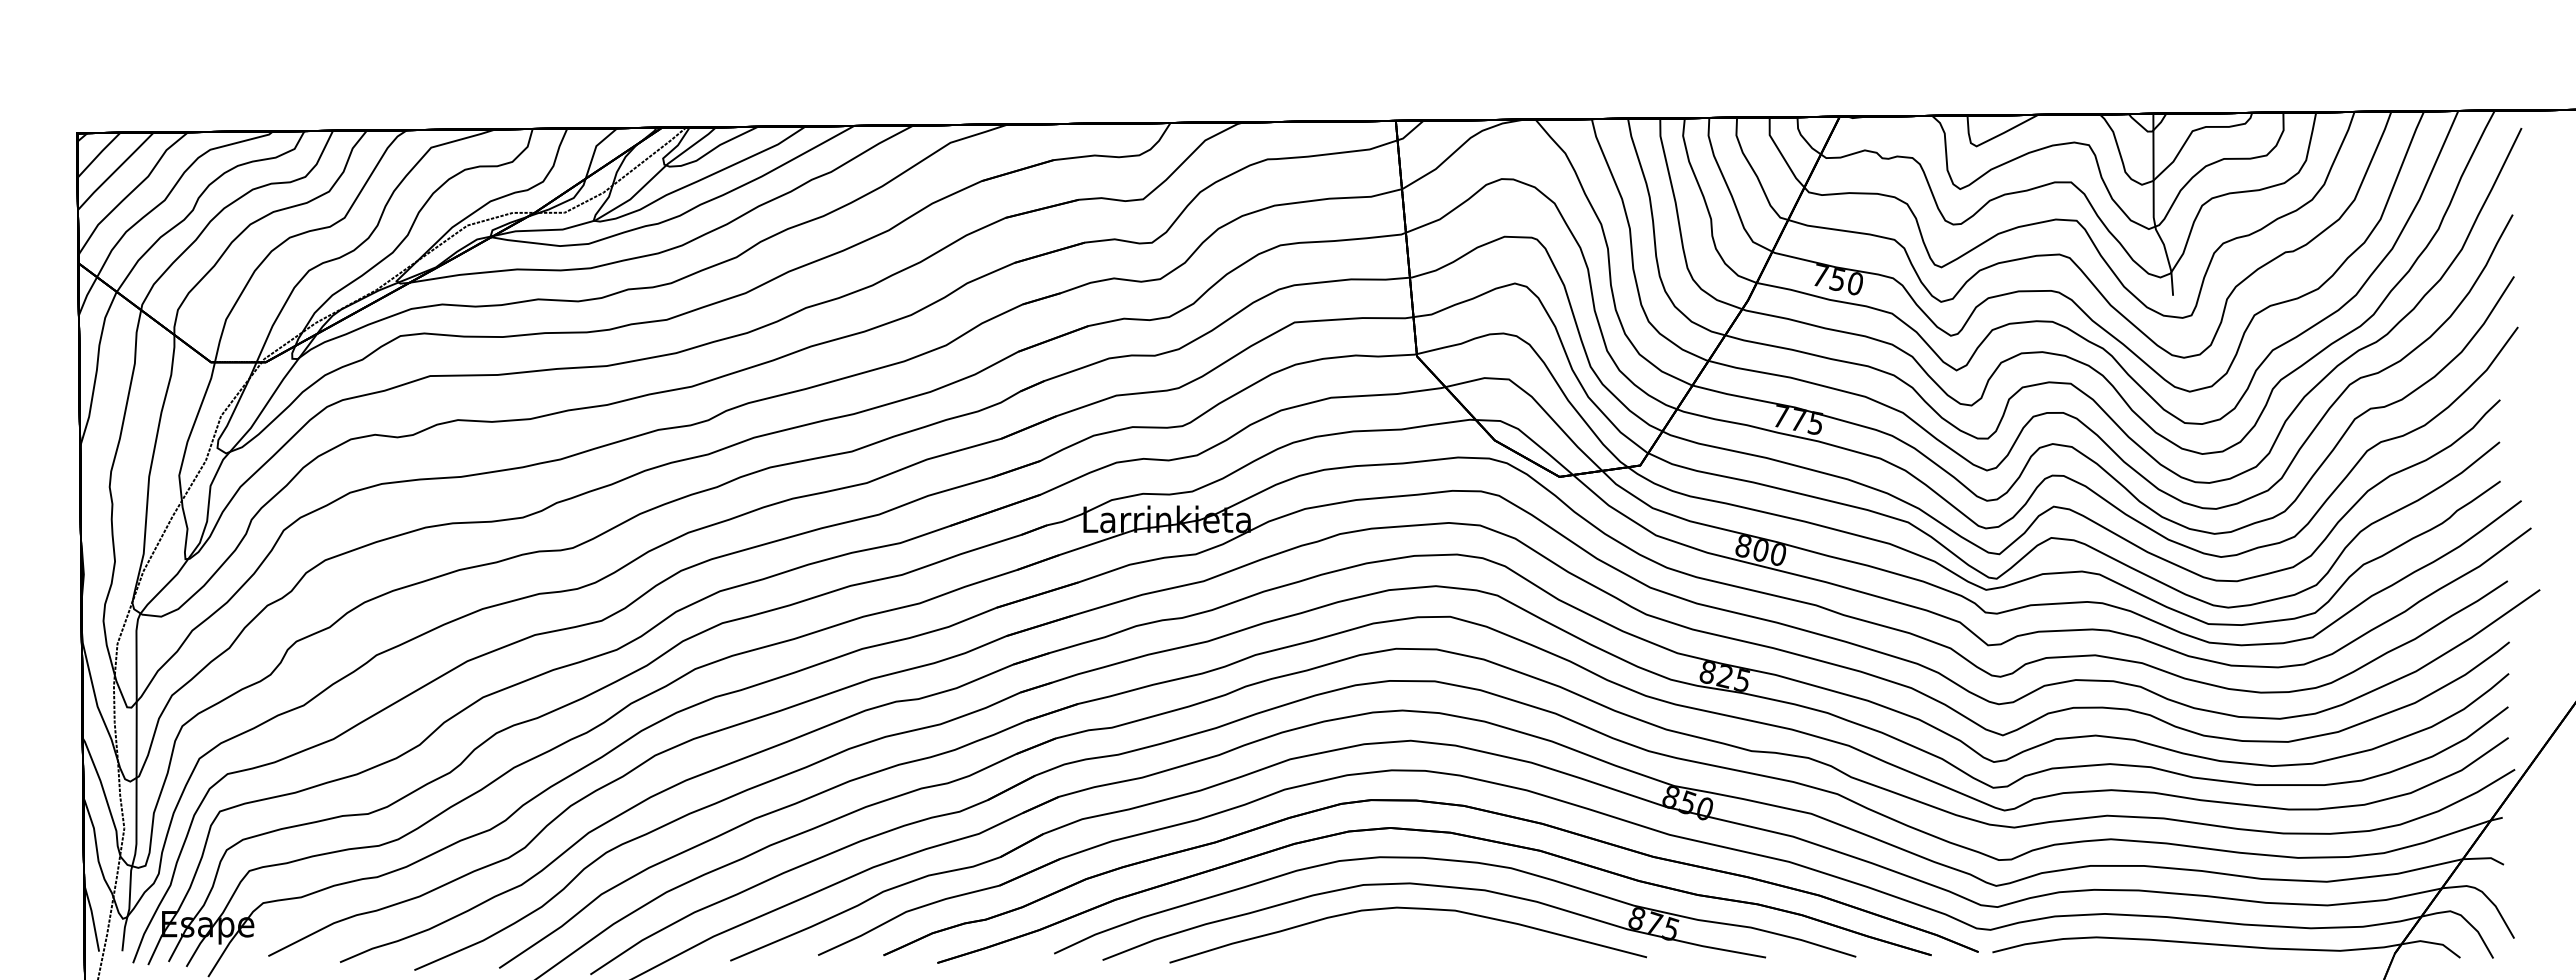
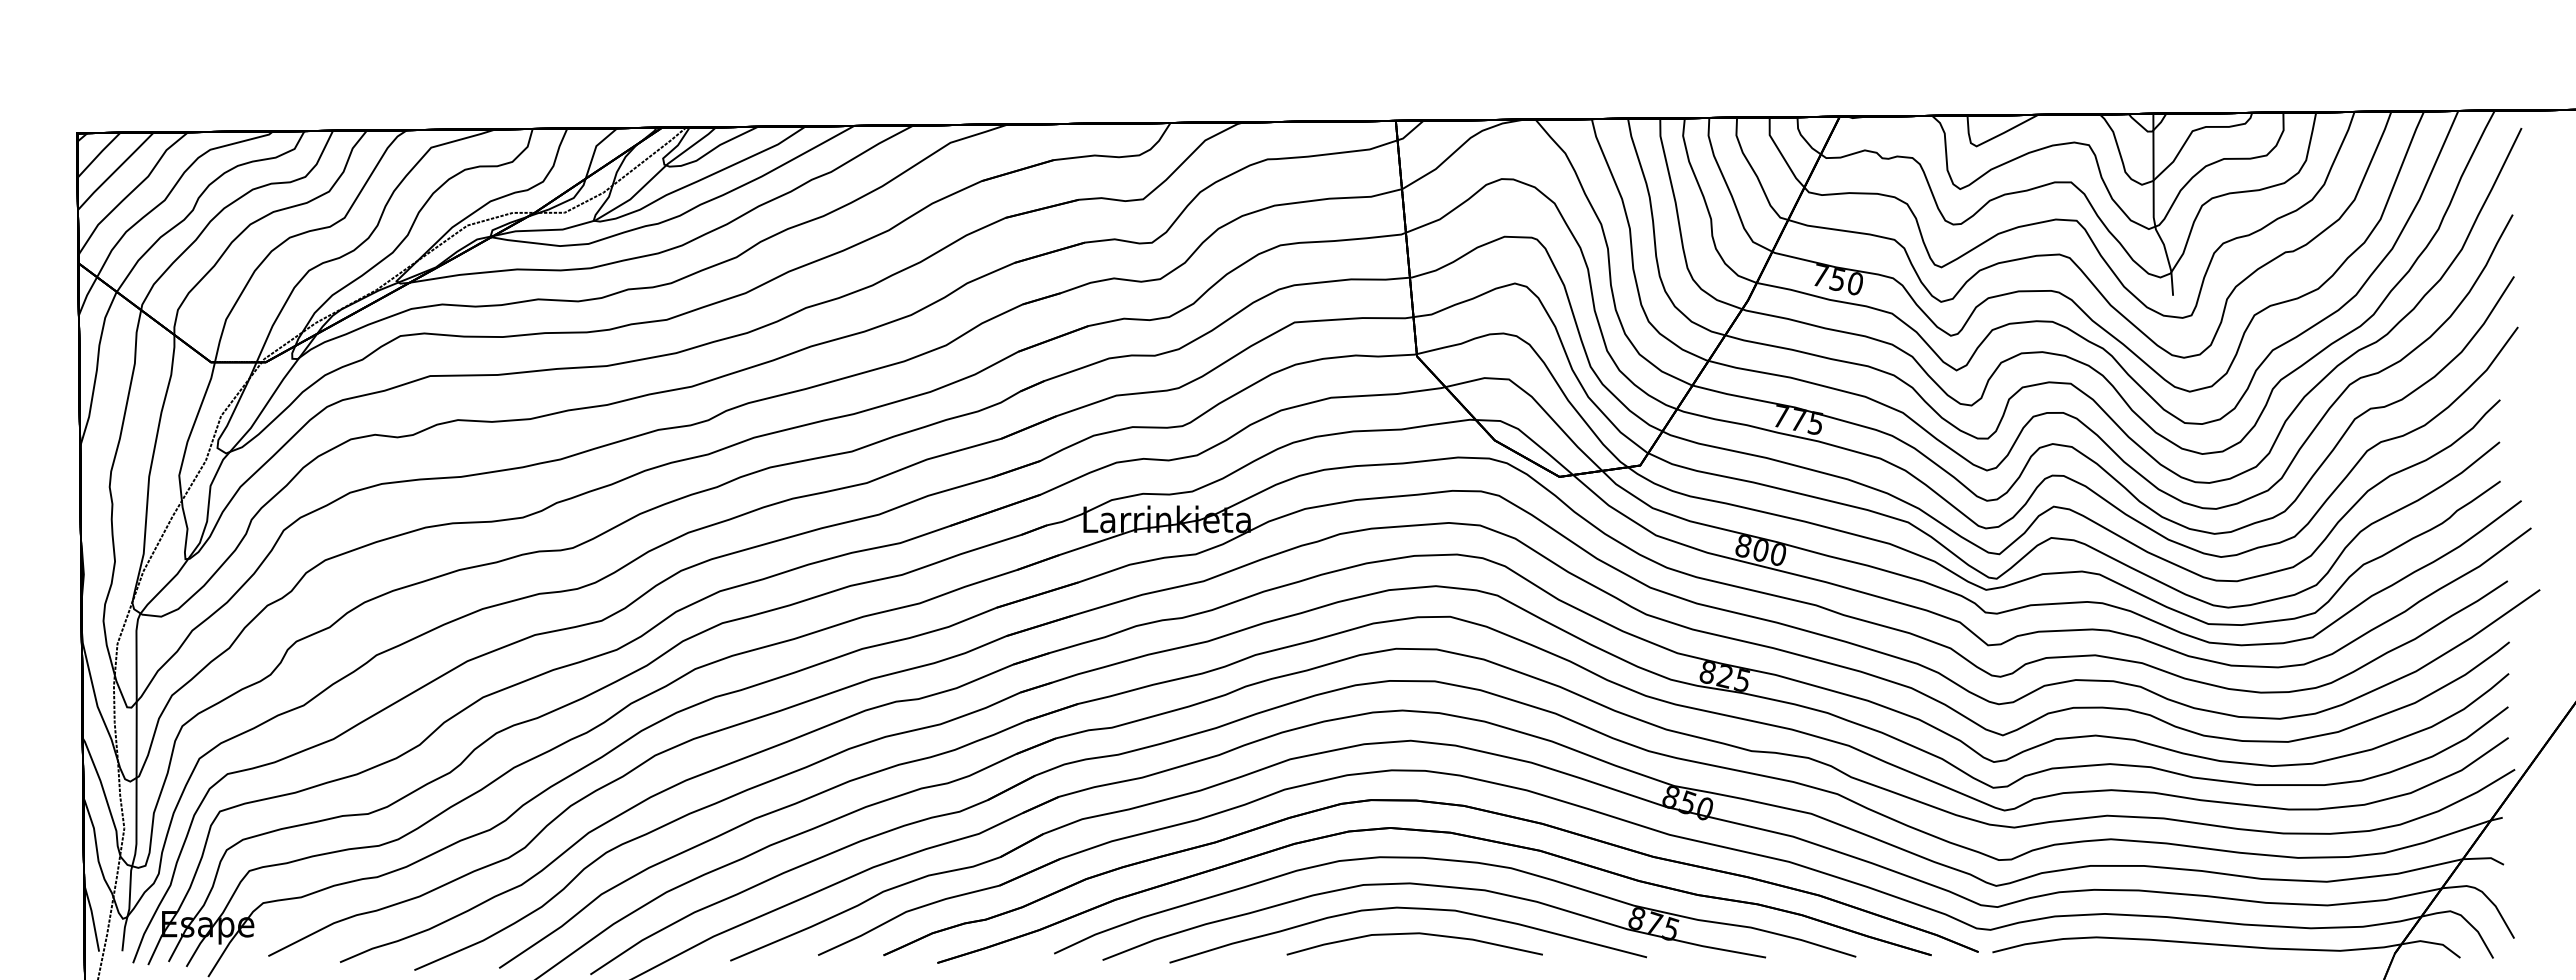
curve at (1414, 934): none -> present
